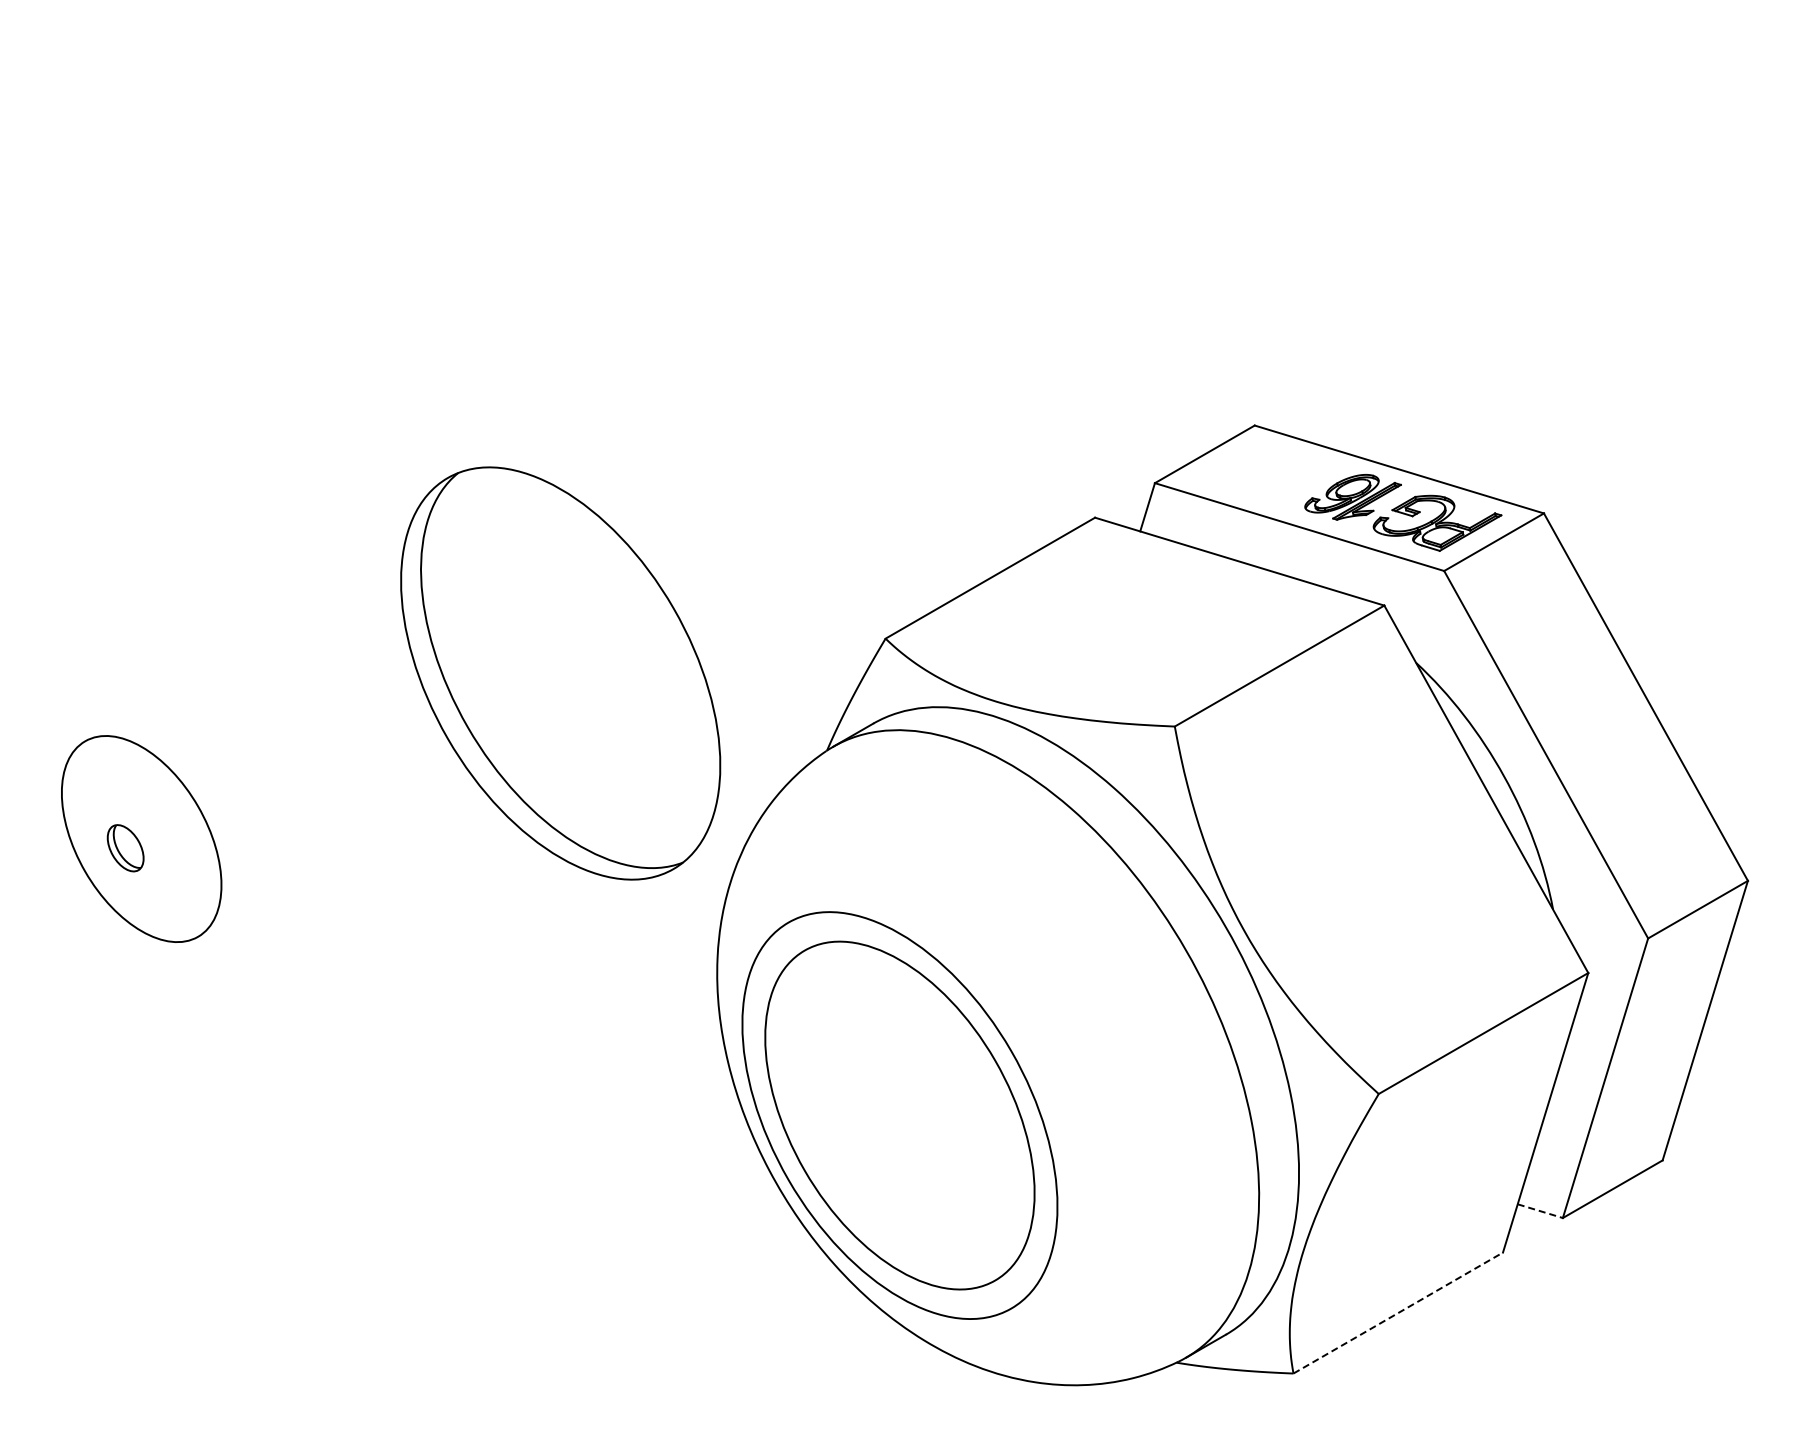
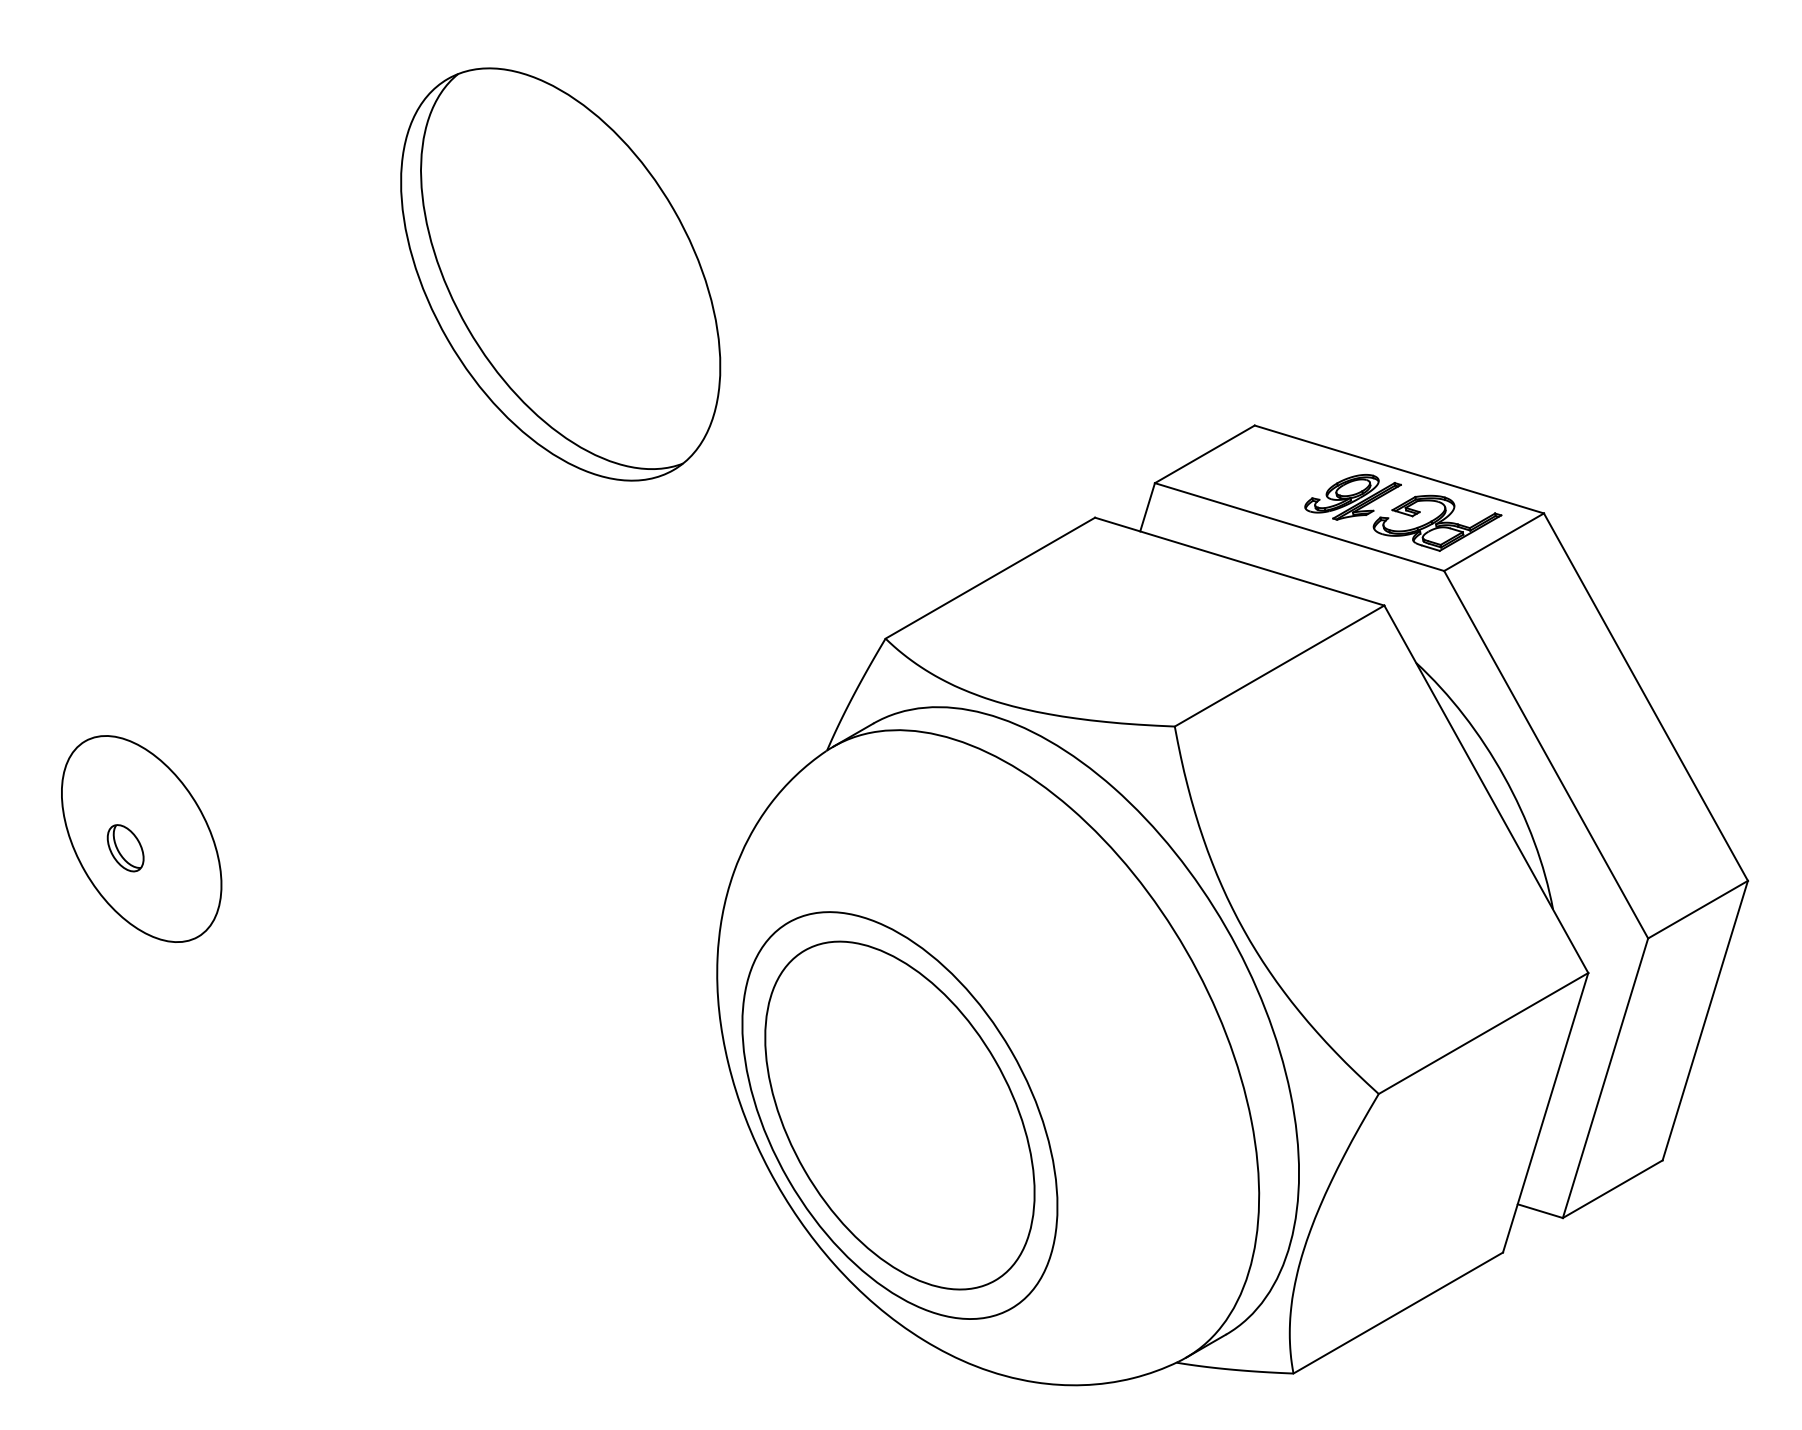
part at (560, 673) position: (560, 673) -> (560, 274)
line at (1540, 1211): dashed -> solid
line at (1398, 1313): dashed -> solid
